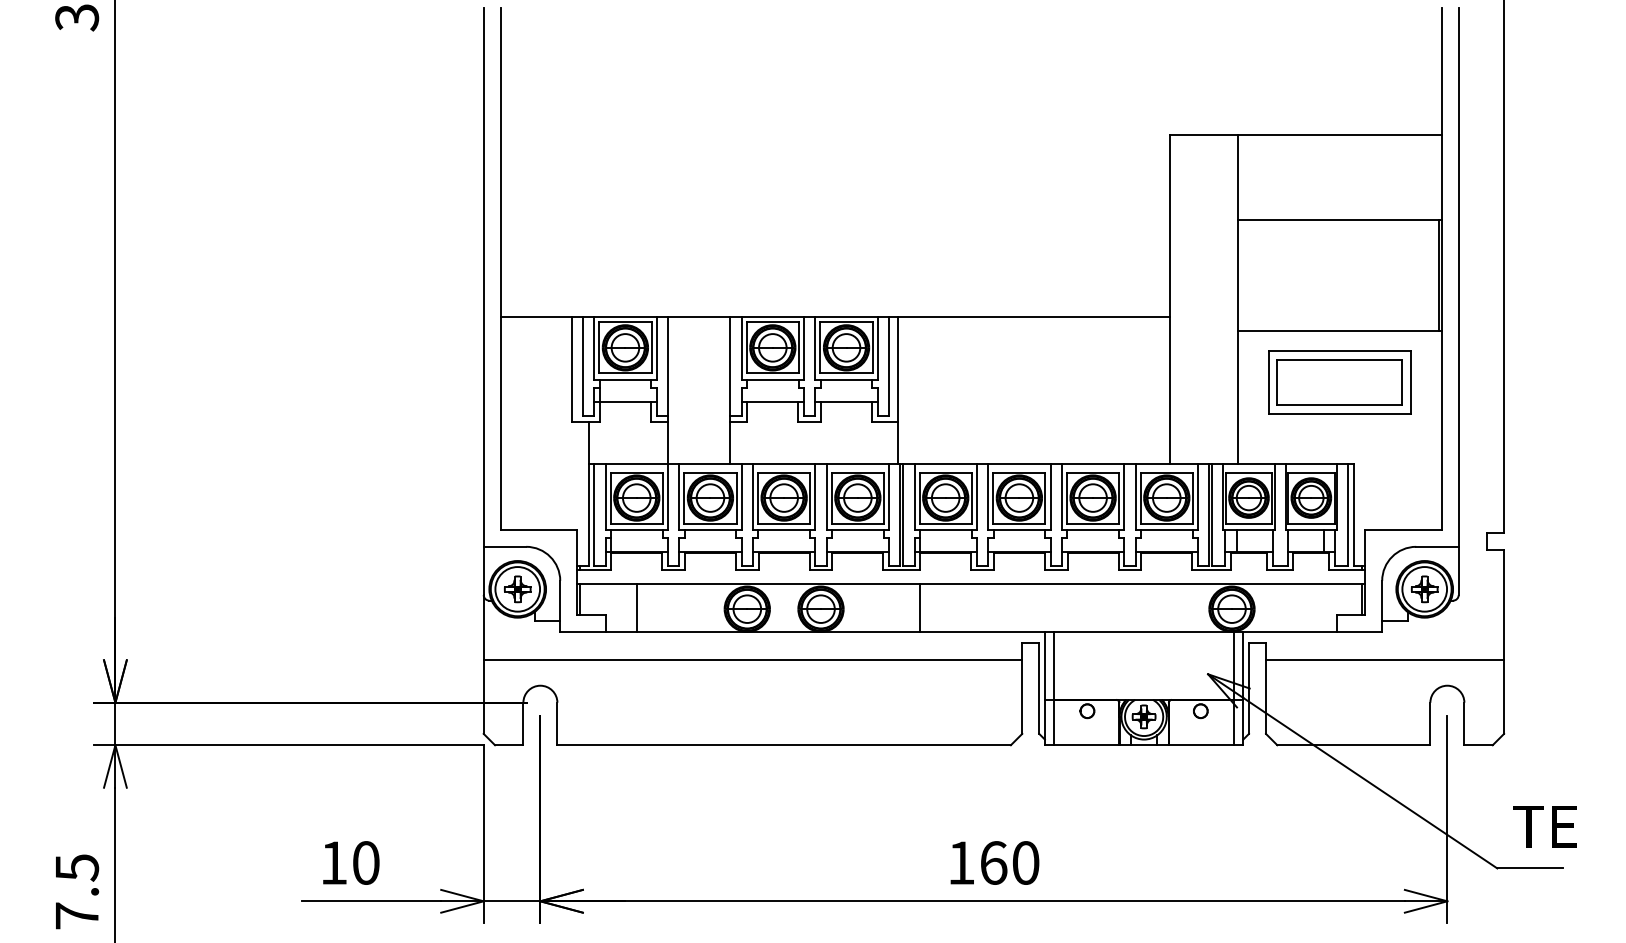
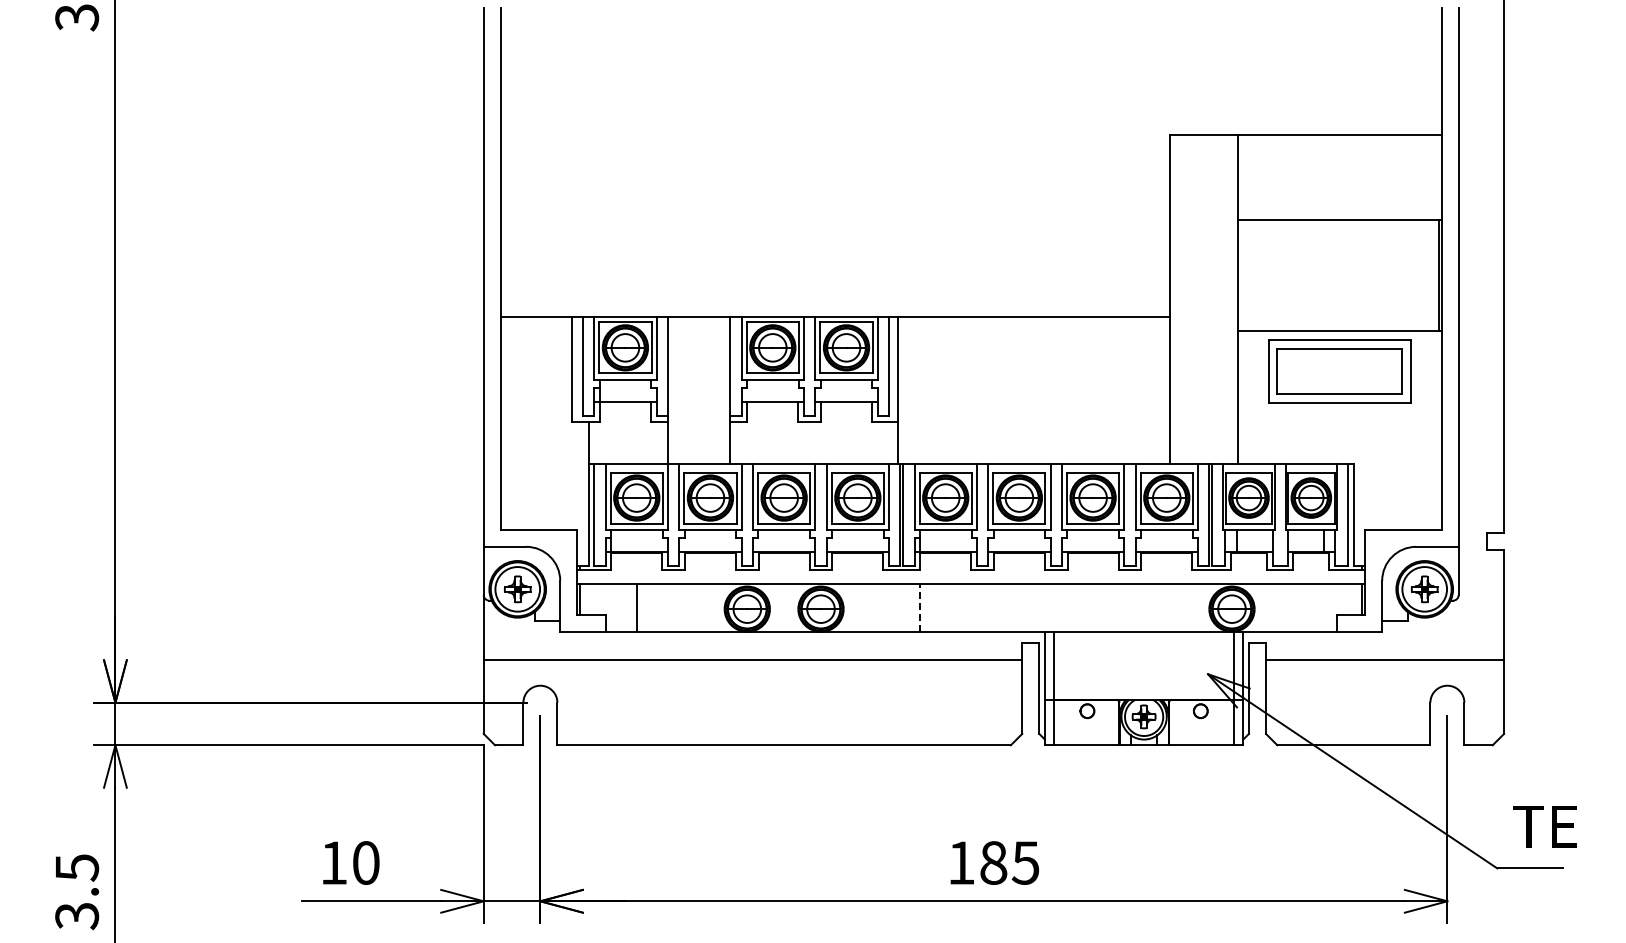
part at (1339, 382) position: (1339, 382) -> (1339, 371)
line at (920, 607): solid -> dashed
text at (1009, 862): 160 -> 185
text at (77, 916): 7.5 -> 3.5
